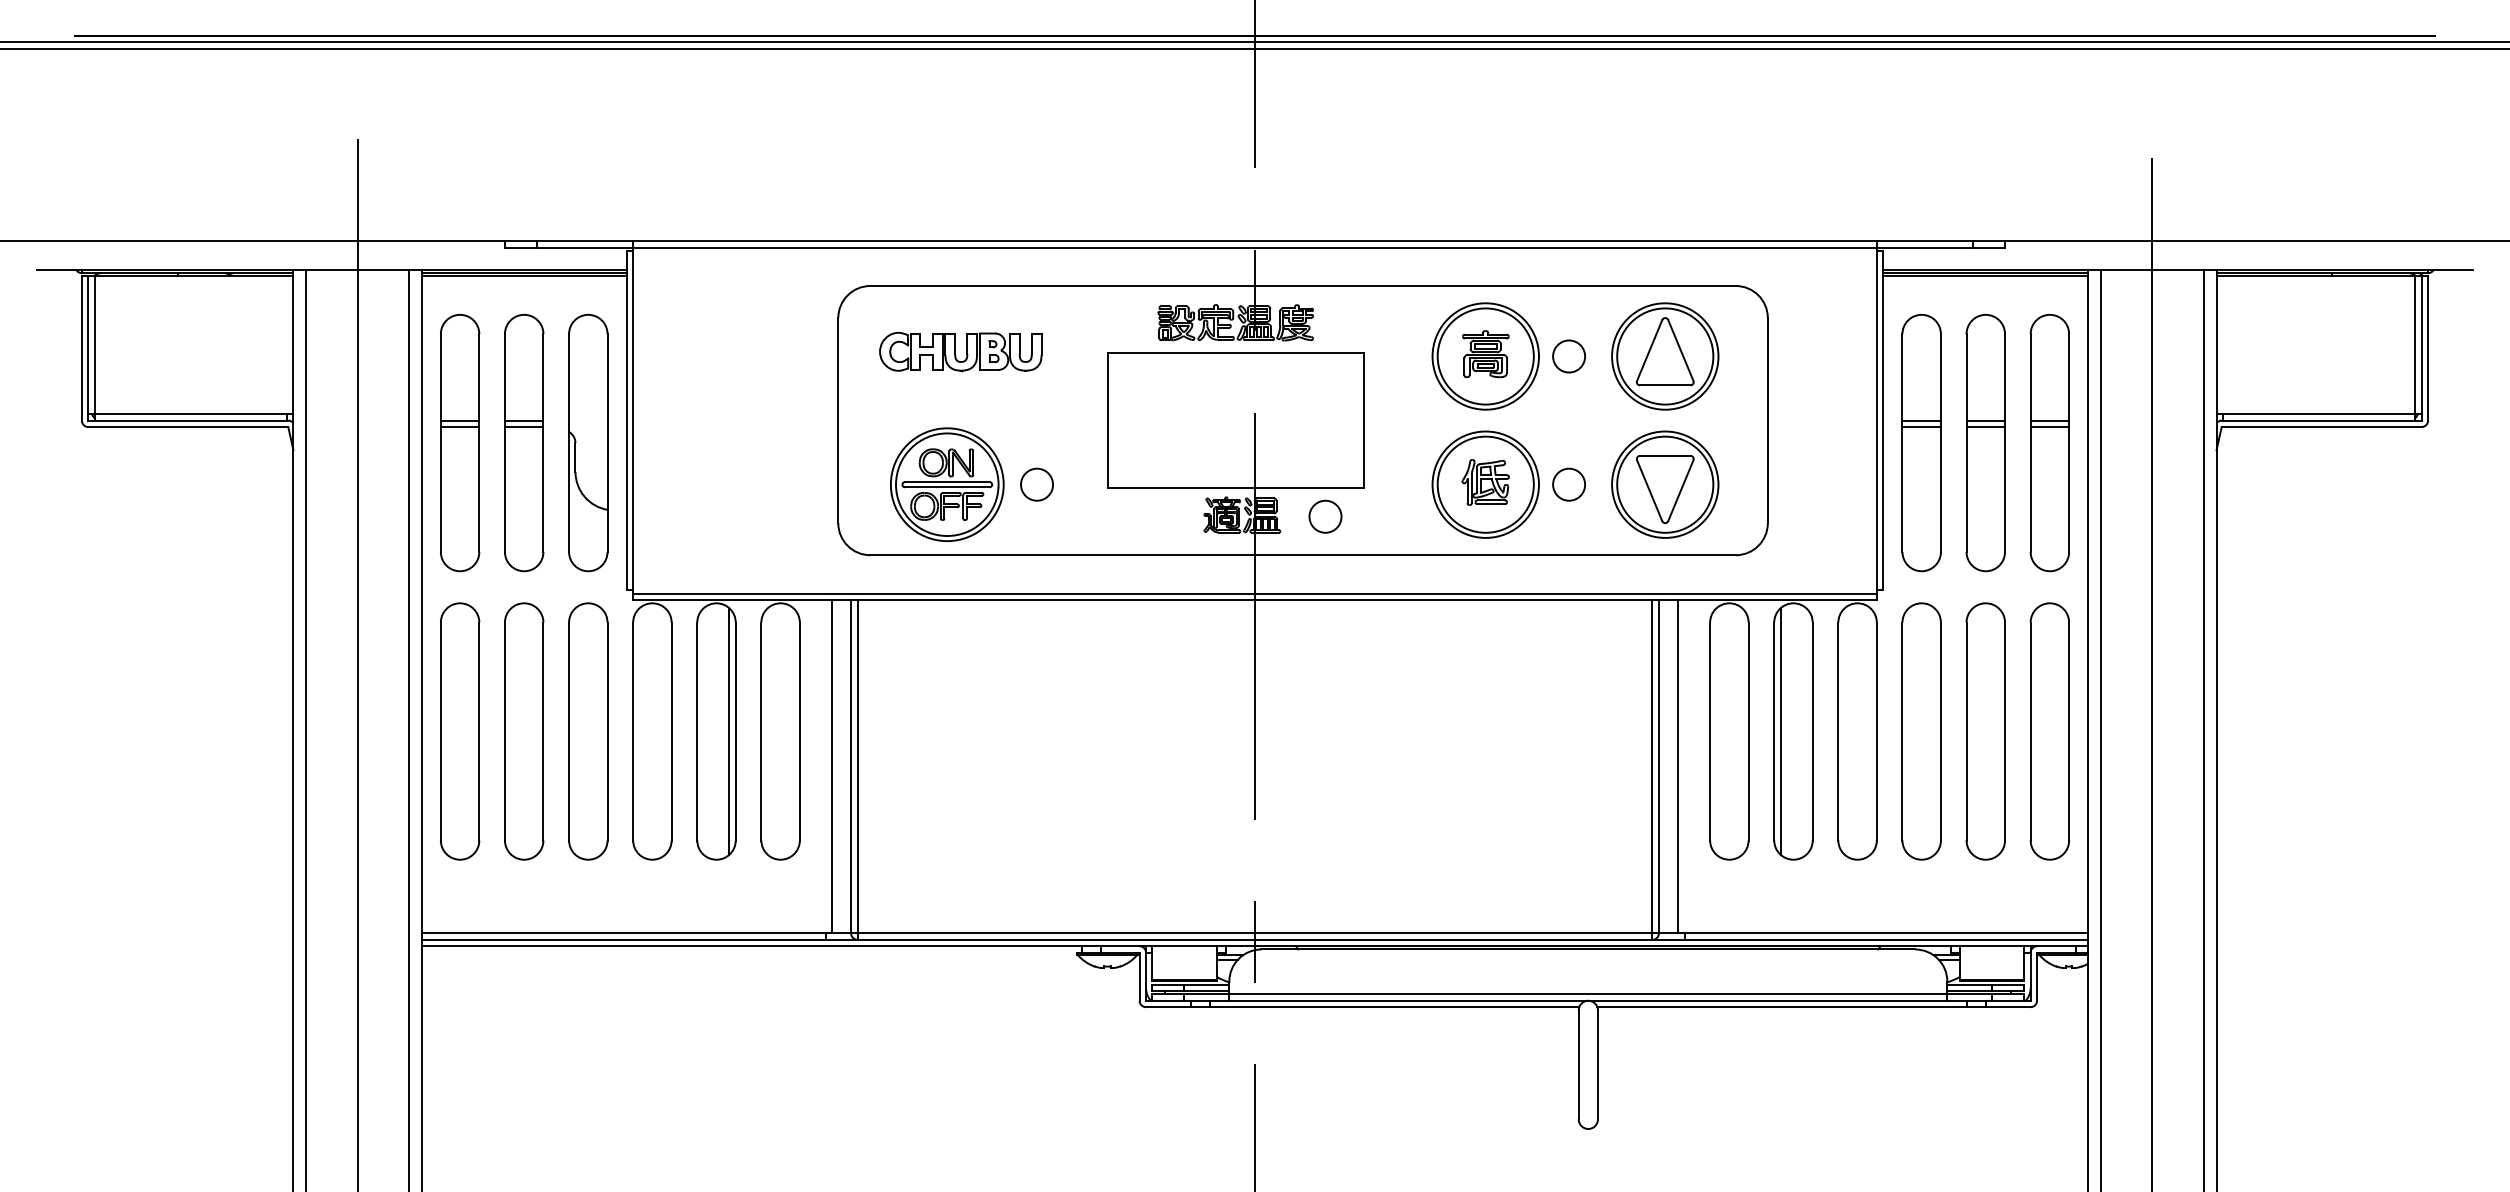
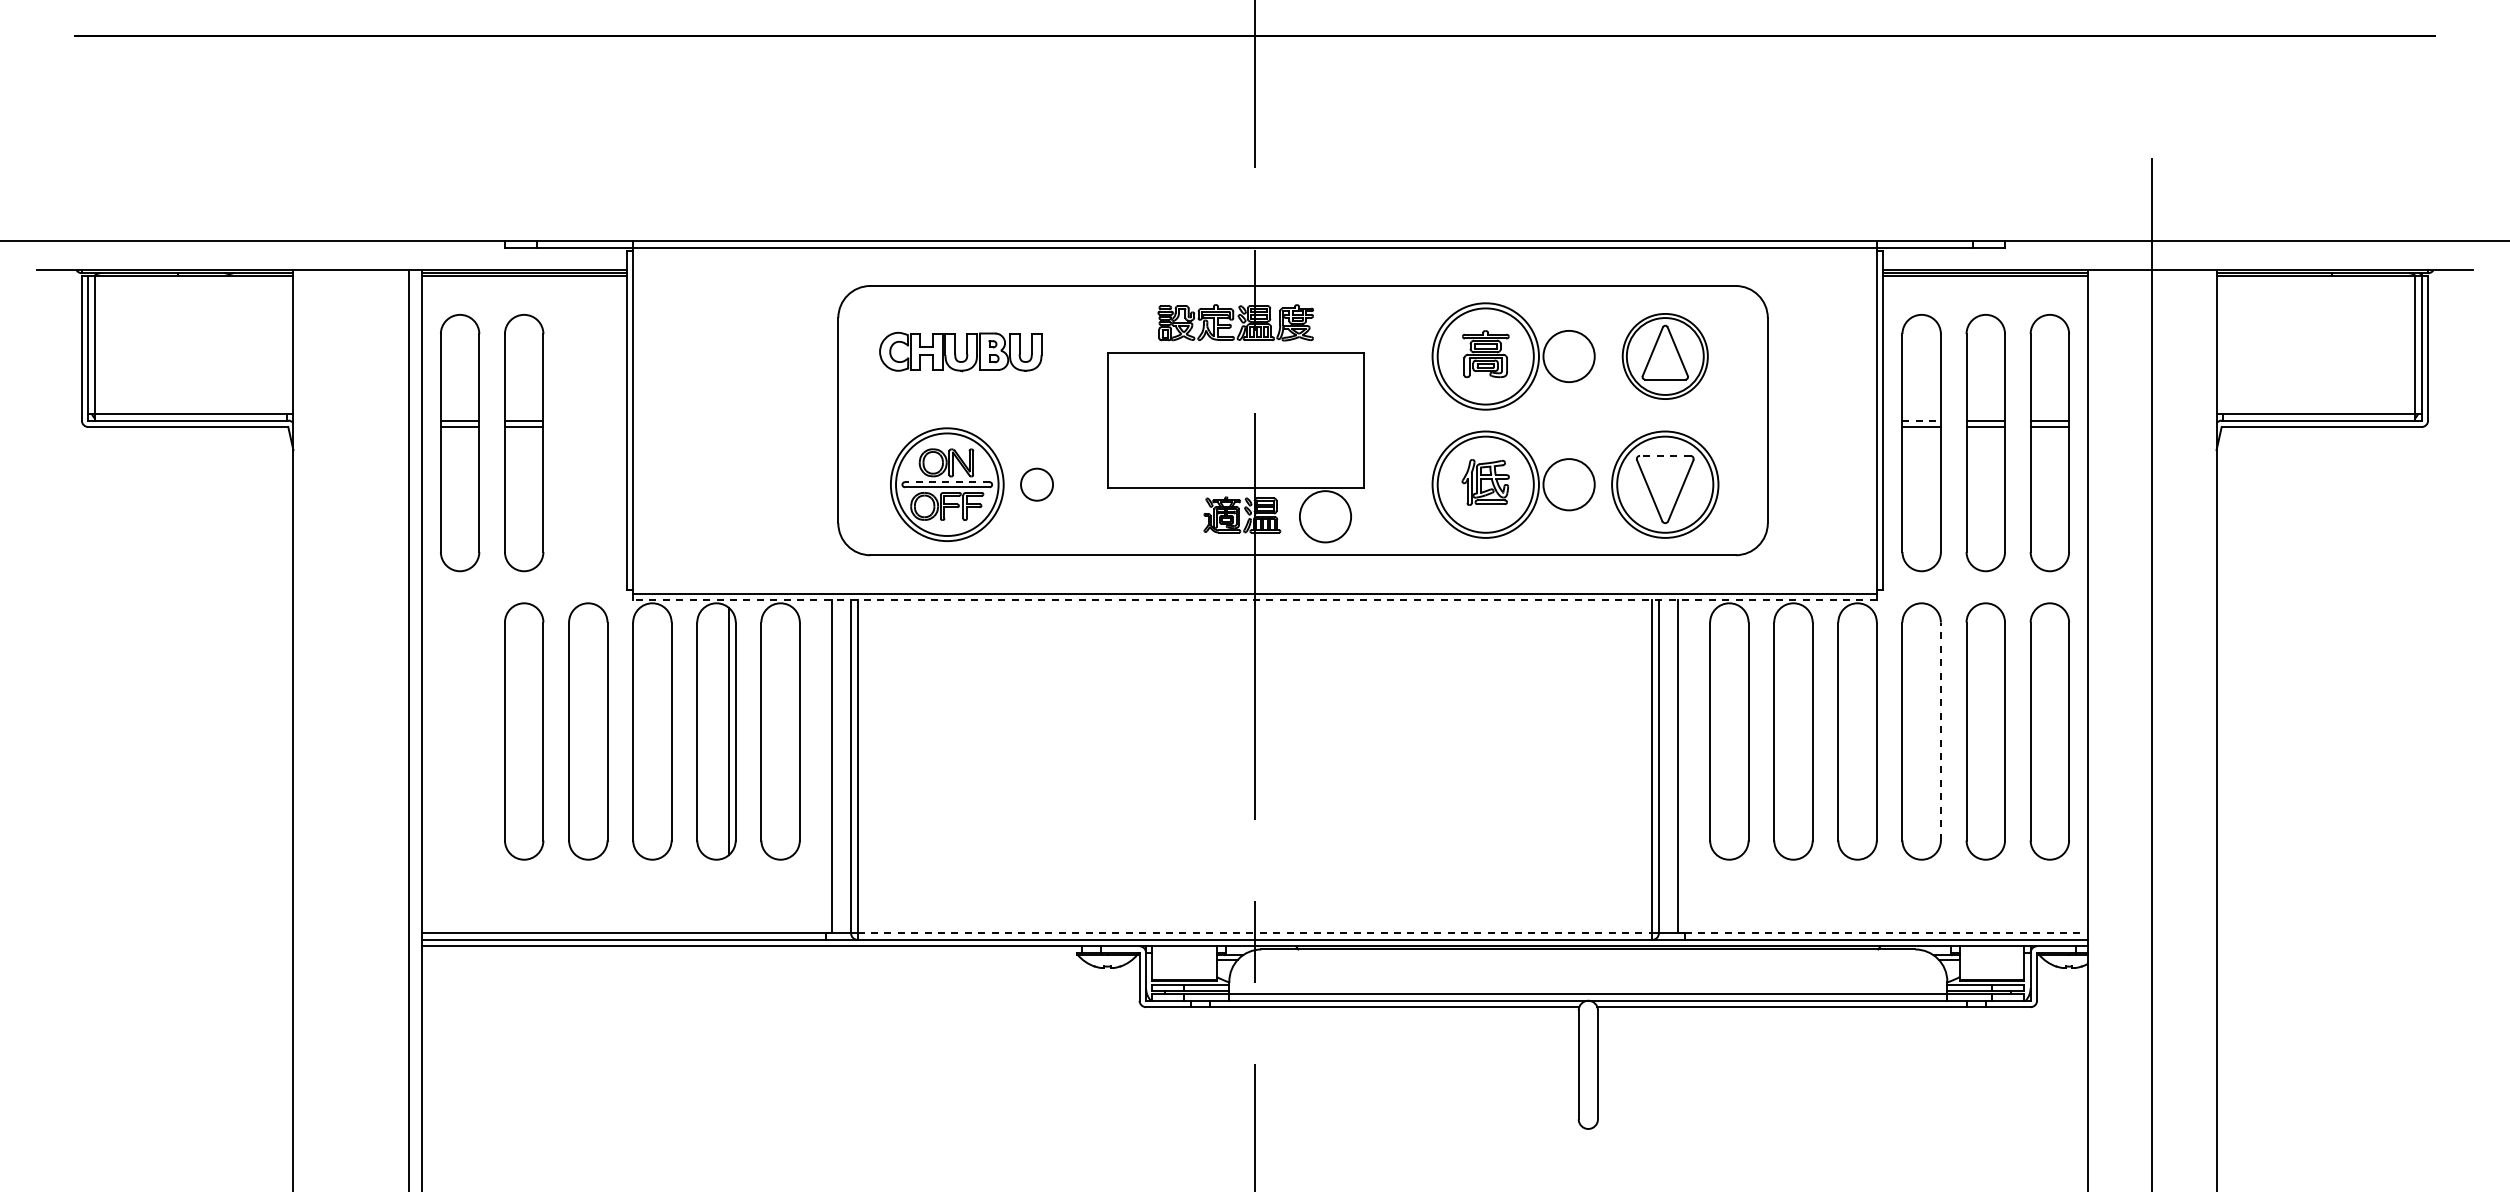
line at (1254, 42): present -> none
line at (1254, 48): present -> none
circle at (1569, 356) diameter: 32 px -> 51 px
part at (1665, 356) size: 109x109 px -> 88x87 px
line at (1922, 420): solid -> dashed
part at (588, 443): present -> none
line at (1664, 455): solid -> dashed
line at (946, 482): solid -> dashed
circle at (1569, 484) diameter: 32 px -> 51 px
circle at (1325, 516) diameter: 32 px -> 51 px
line at (1255, 600): solid -> dashed
line at (357, 664): present -> none
line at (306, 728): present -> none
line at (2101, 728): present -> none
line at (2203, 728): present -> none
part at (460, 731): present -> none
line at (1780, 731): present -> none
line at (1940, 731): solid -> dashed
line at (1255, 933): solid -> dashed
line at (1886, 933): solid -> dashed
